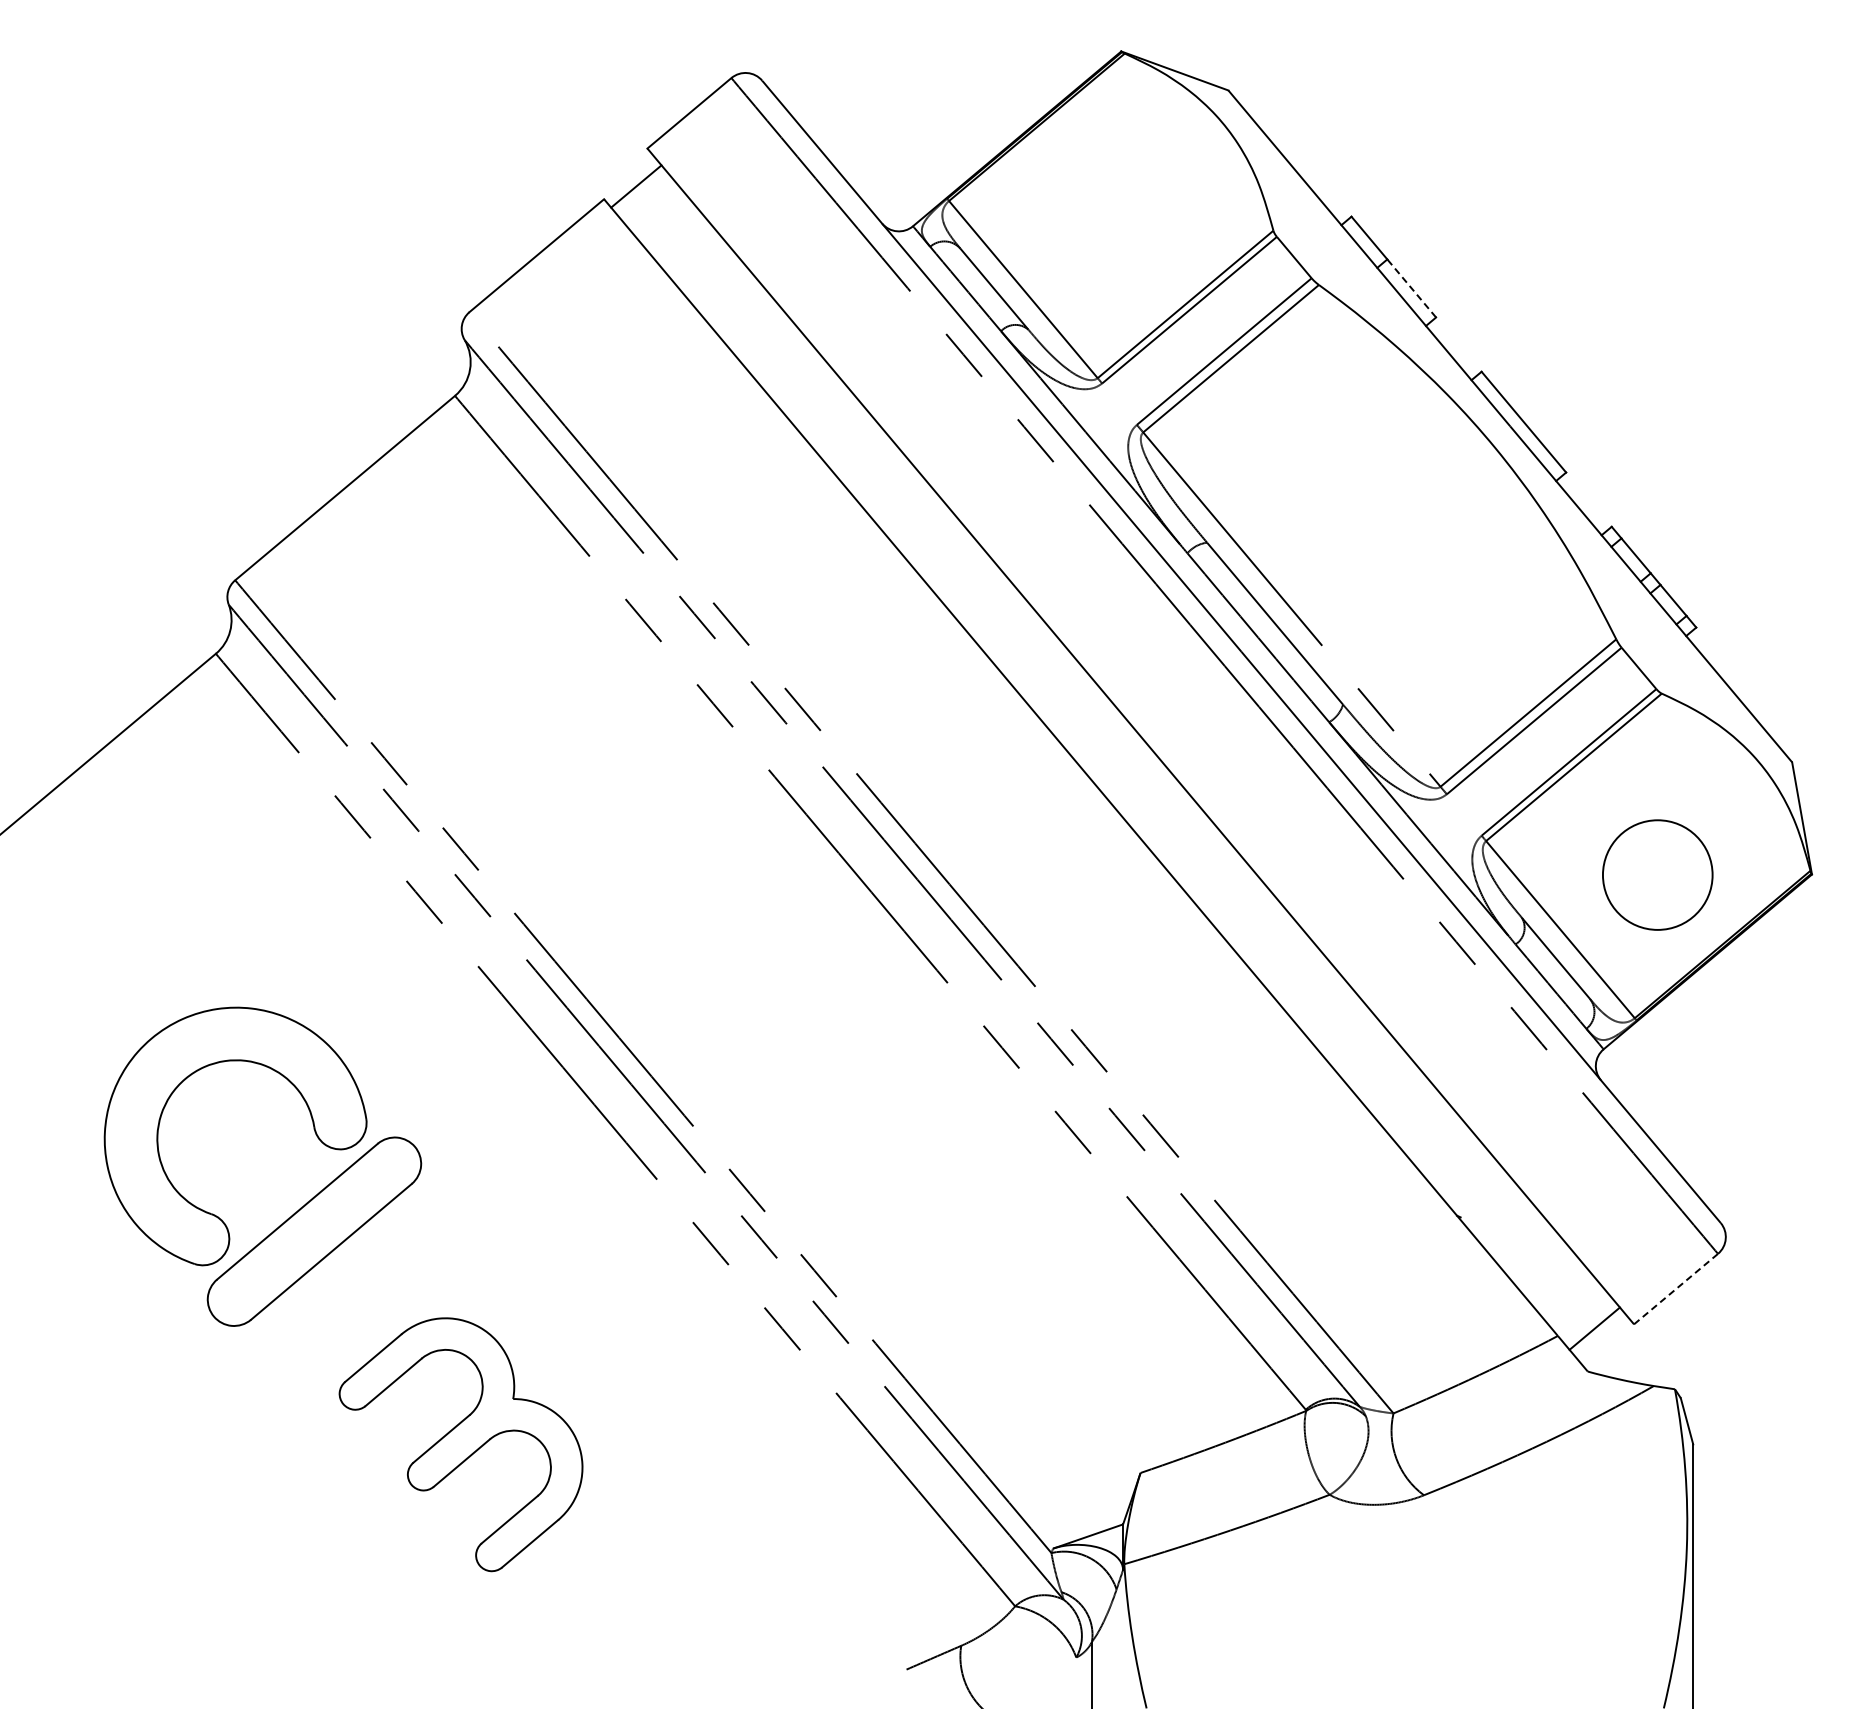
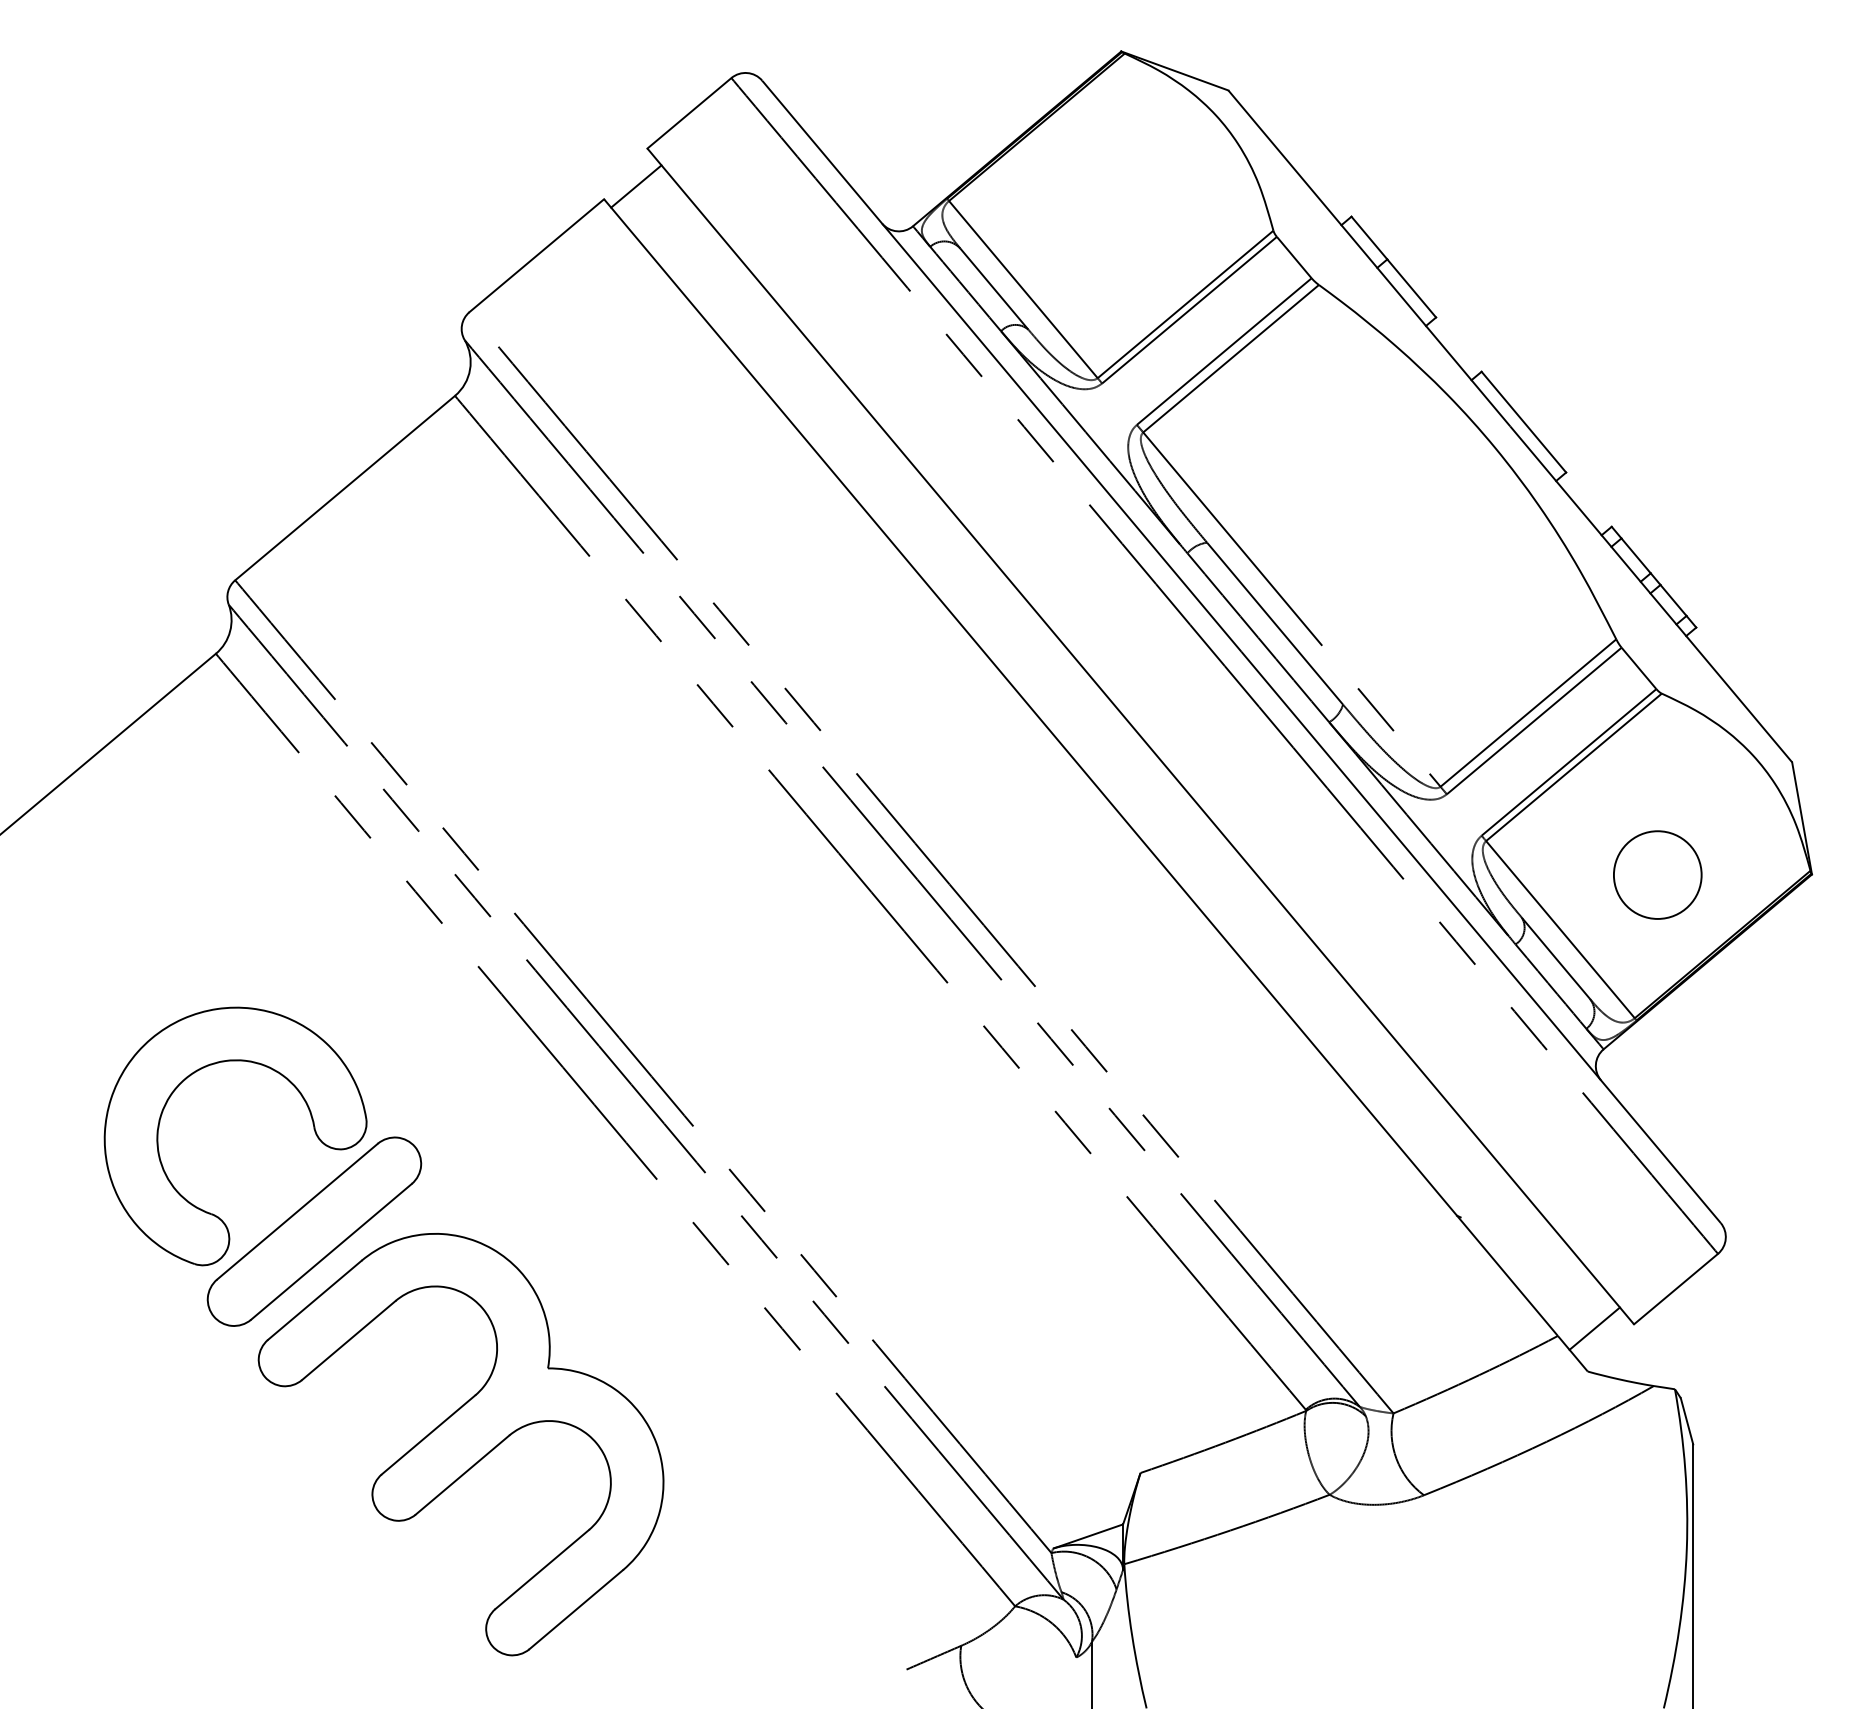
line at (1411, 288): dashed -> solid
circle at (1657, 874) diameter: 110 px -> 88 px
line at (1676, 1289): dashed -> solid
part at (460, 1444) size: 246x256 px -> 408x424 px
